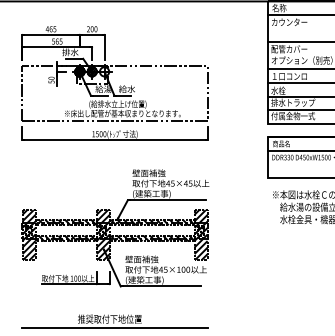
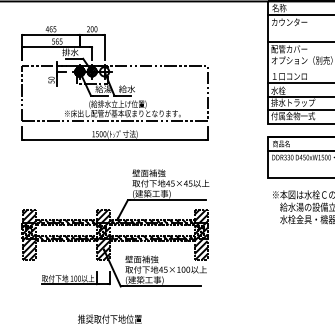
line at (299, 69): present -> none
line at (114, 327): present -> none
